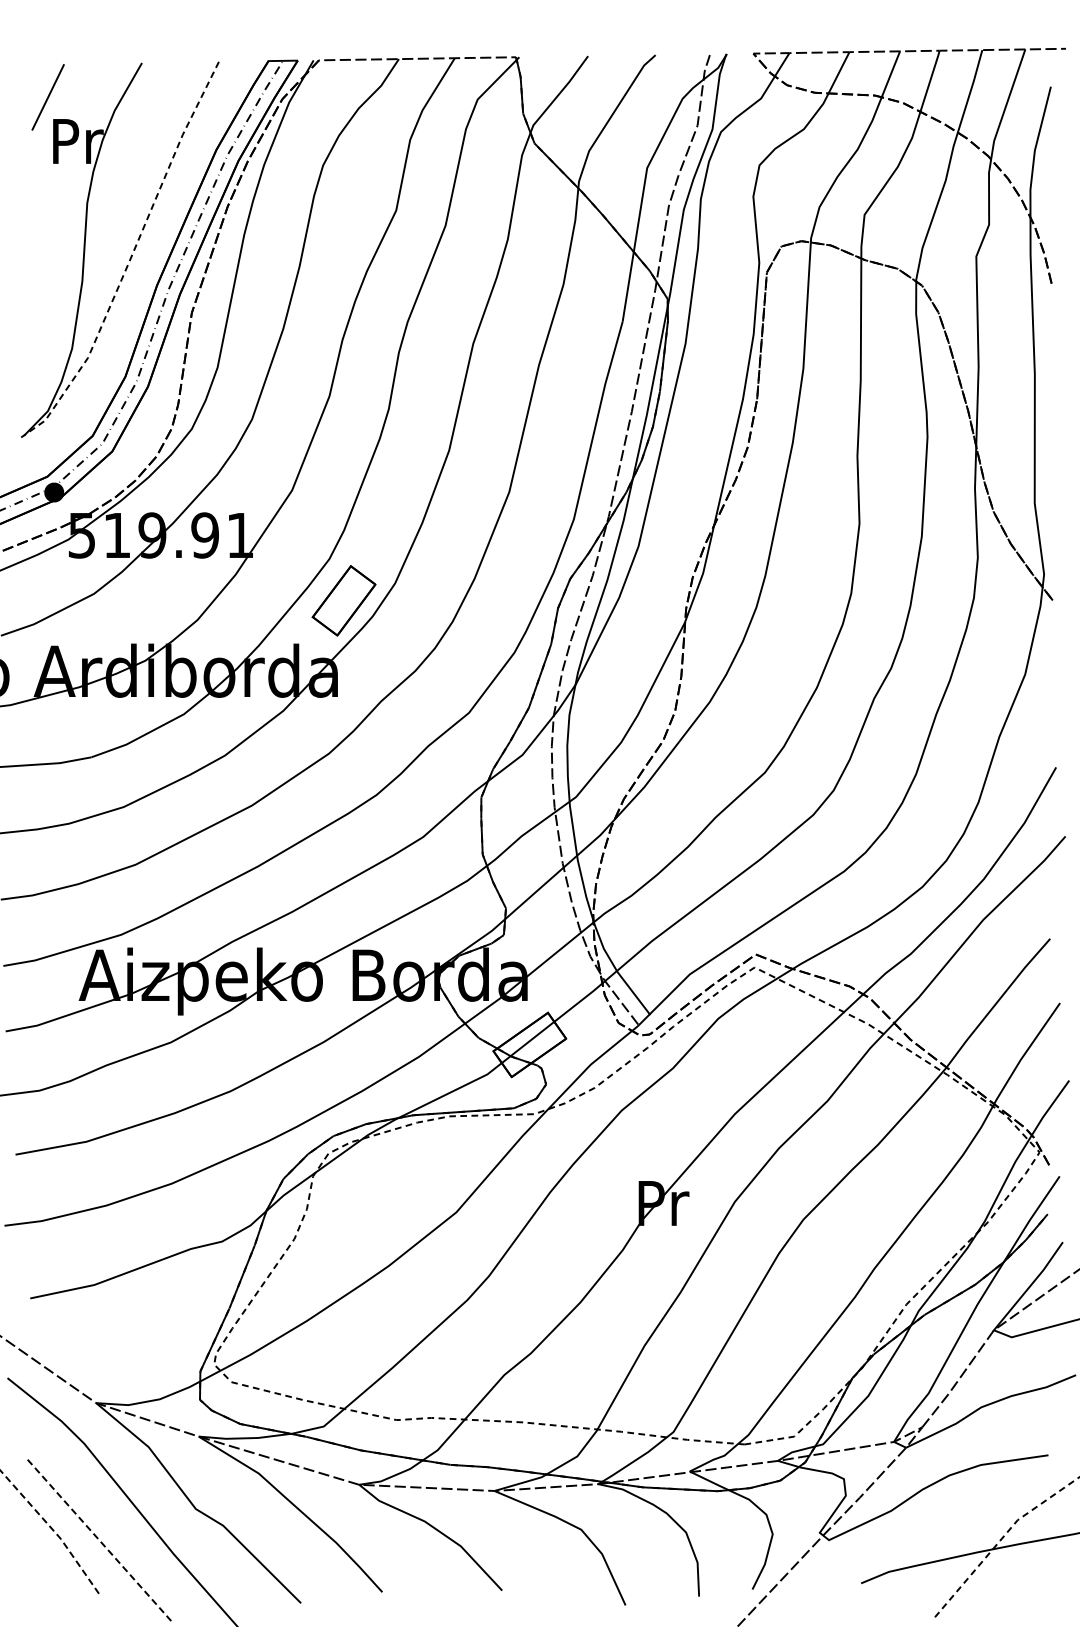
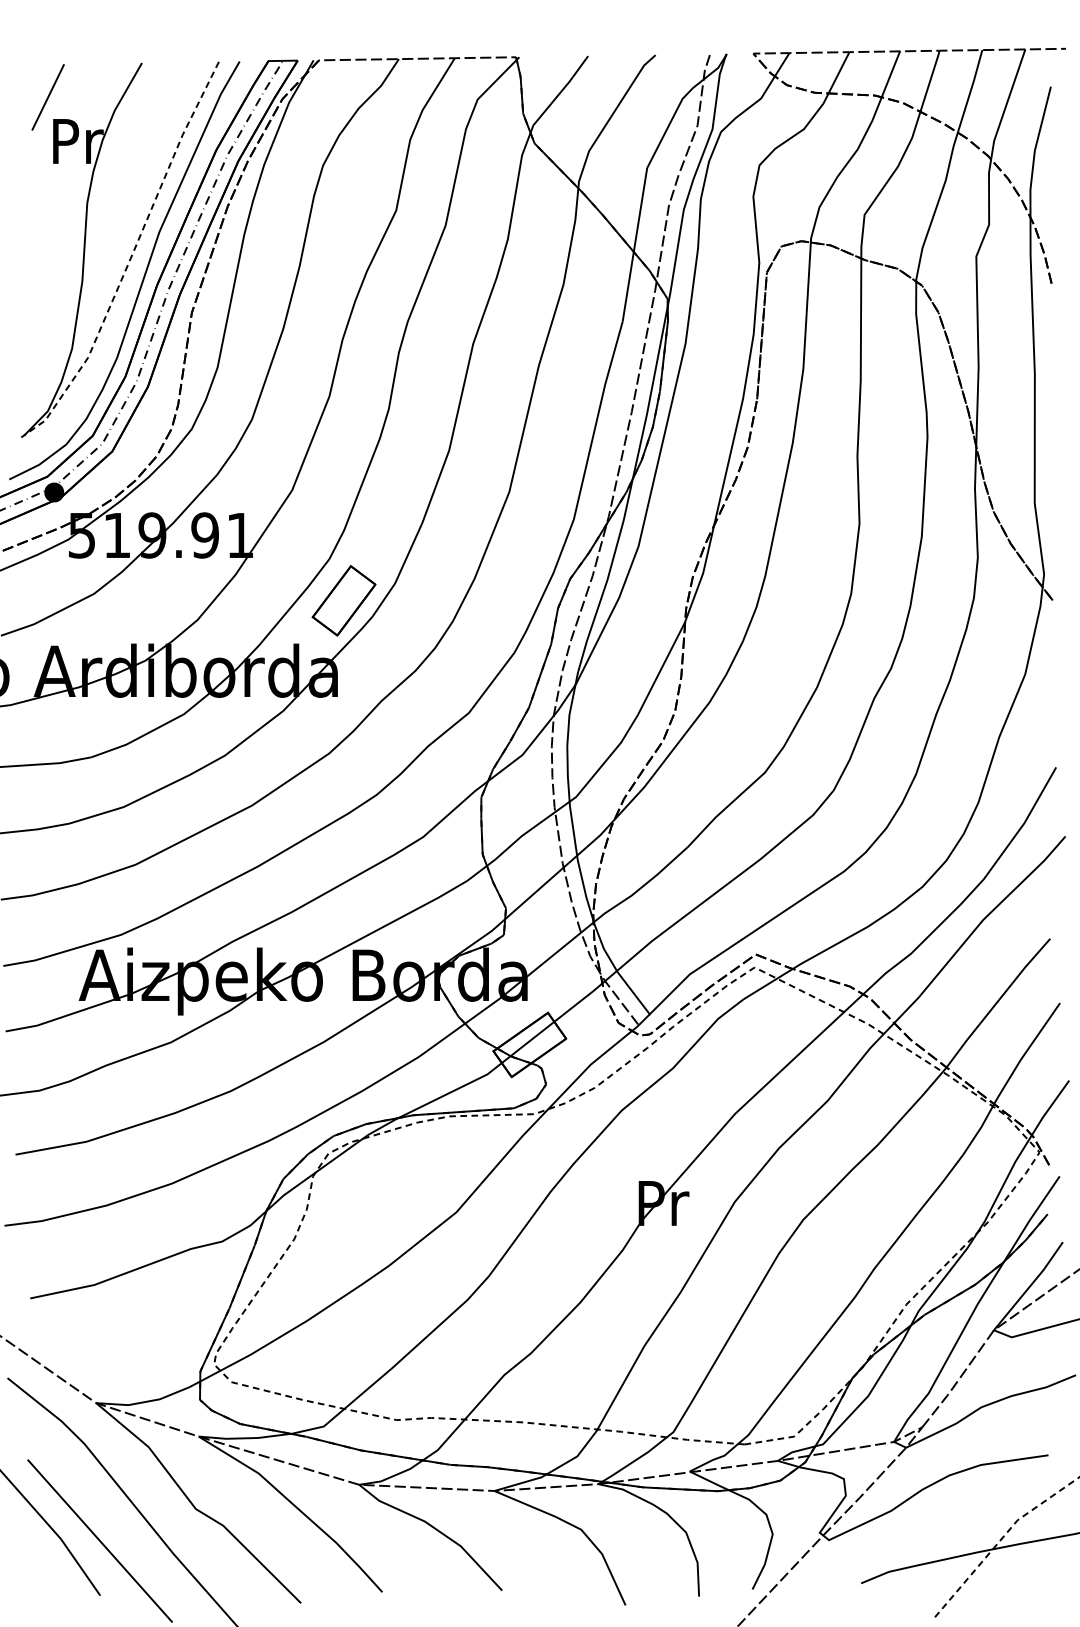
curve at (143, 275): none -> present
line at (54, 1531): dashed -> solid
line at (100, 1541): dashed -> solid
